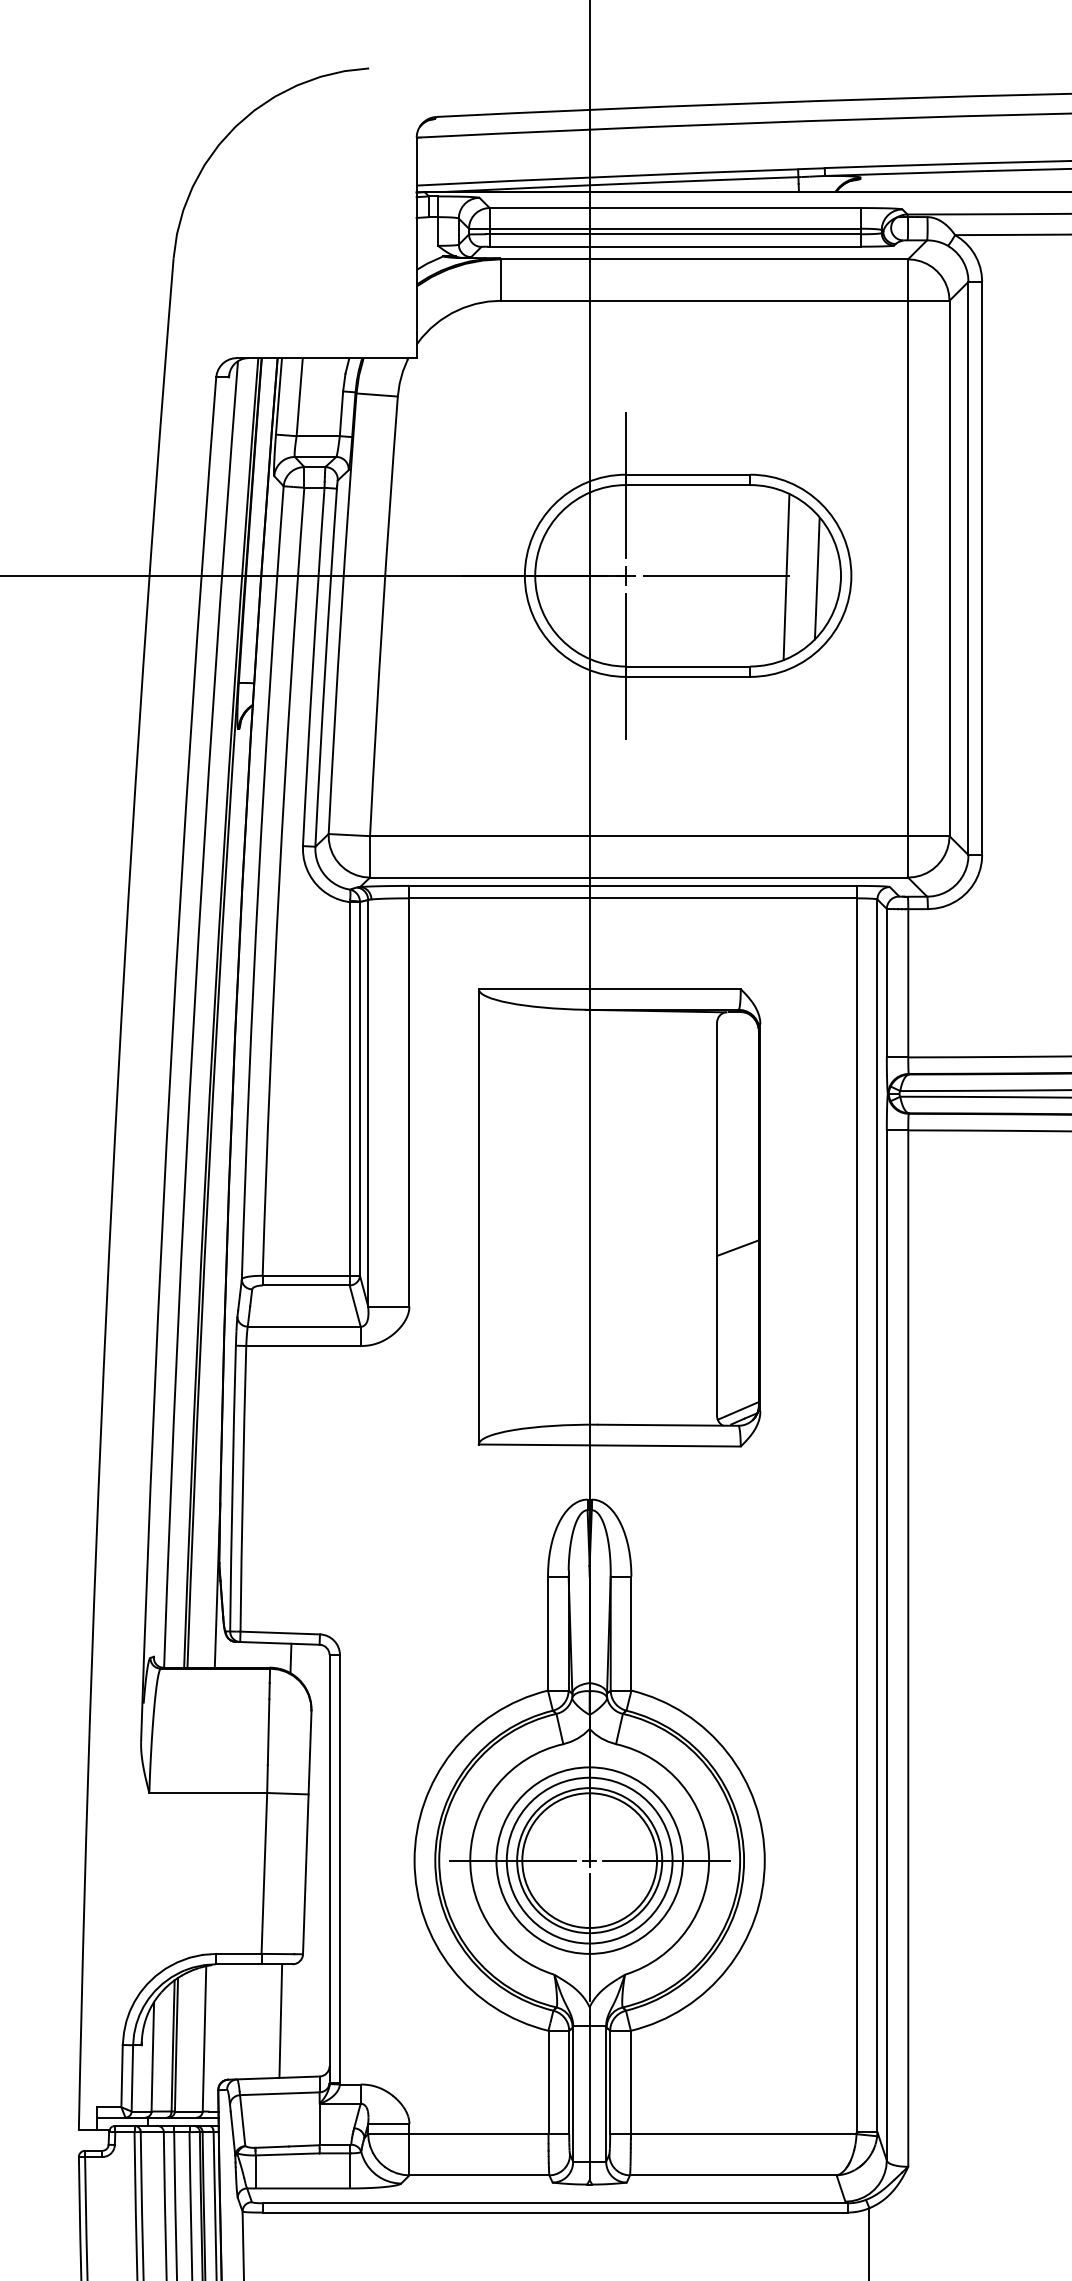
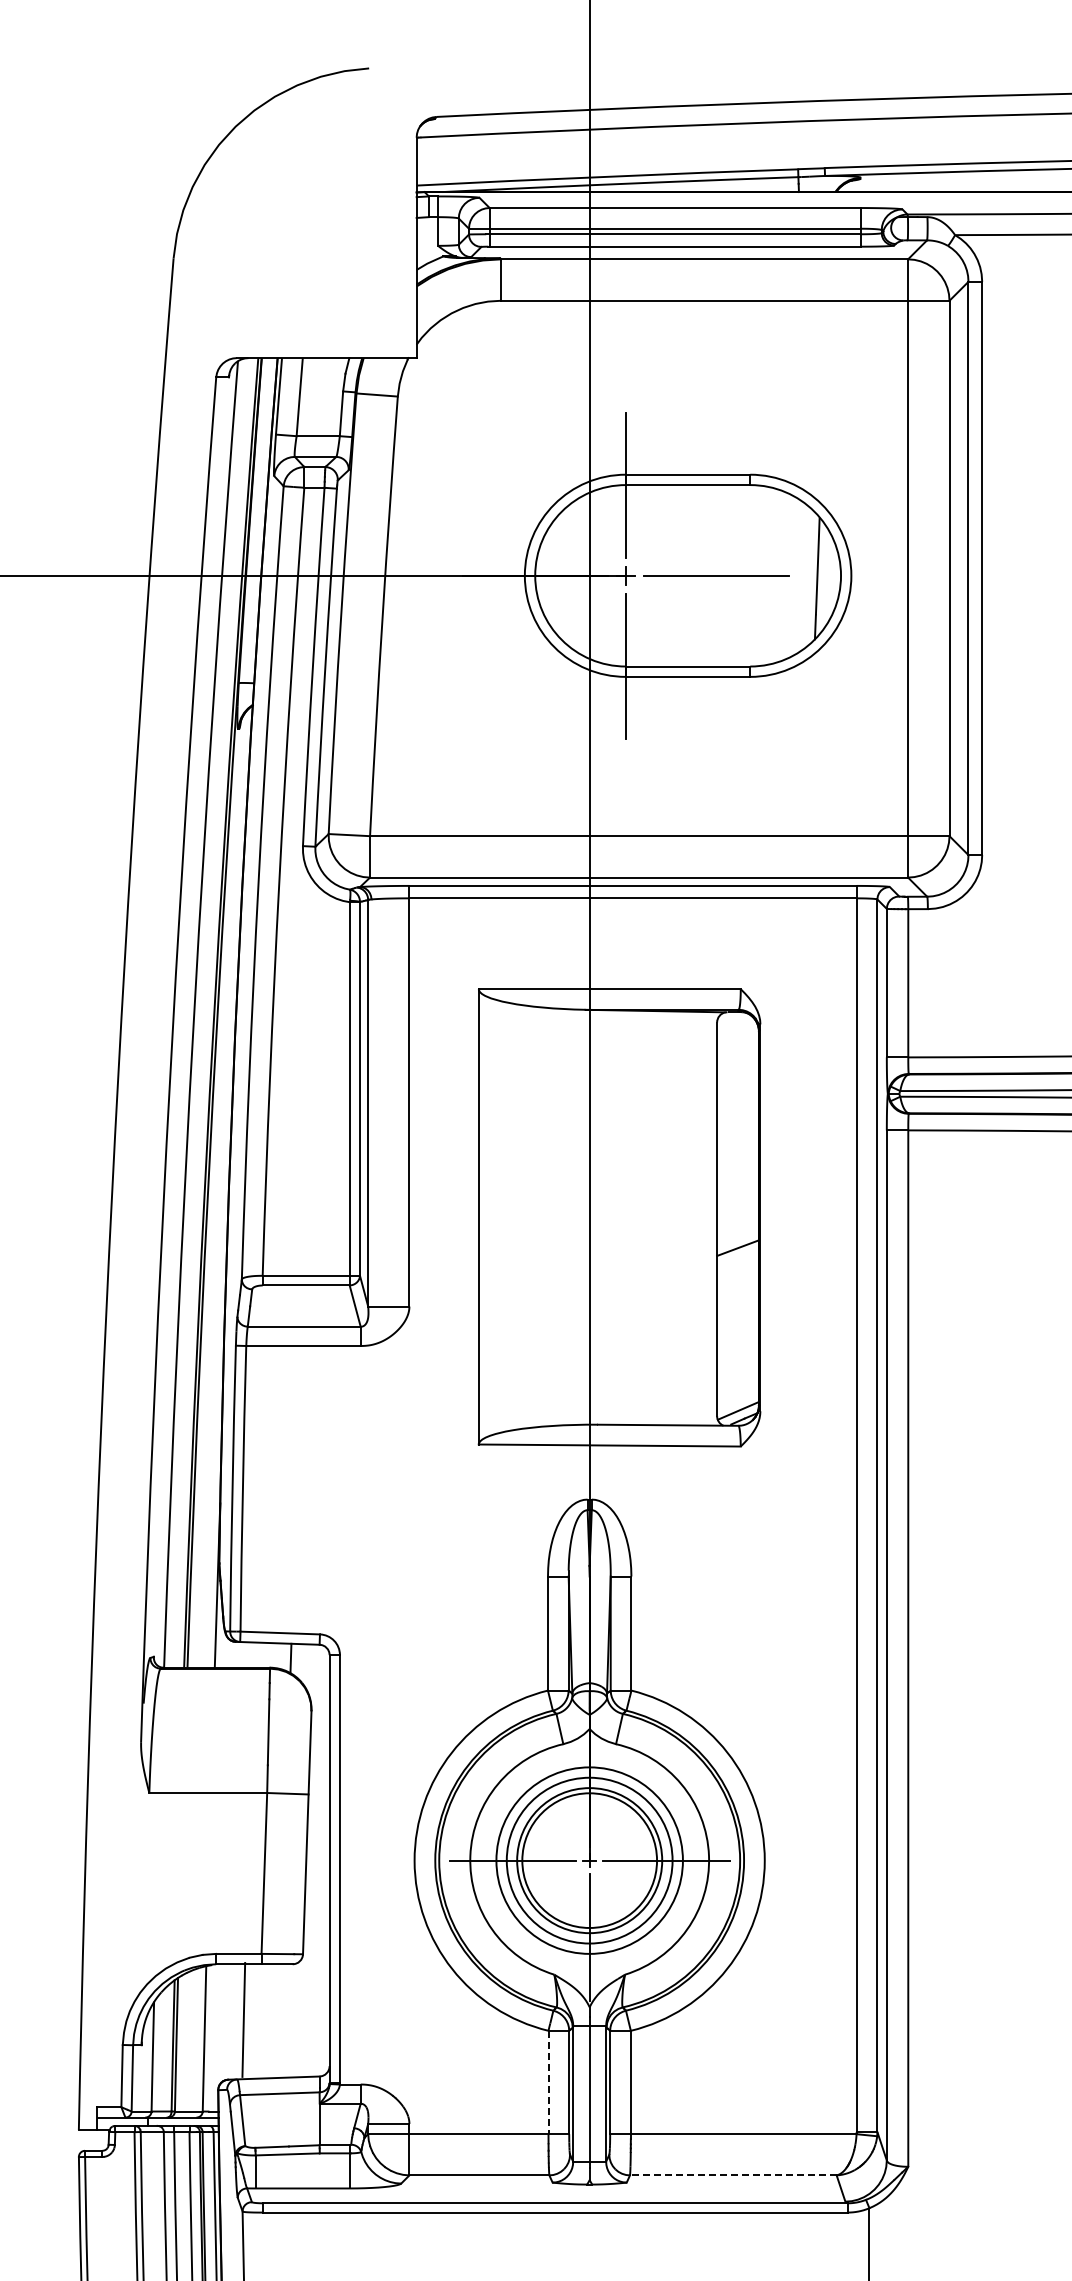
line at (786, 577): present -> none
line at (280, 2020) position: (280, 2020) -> (243, 2019)
line at (548, 2082): solid -> dashed
line at (732, 2175): solid -> dashed
